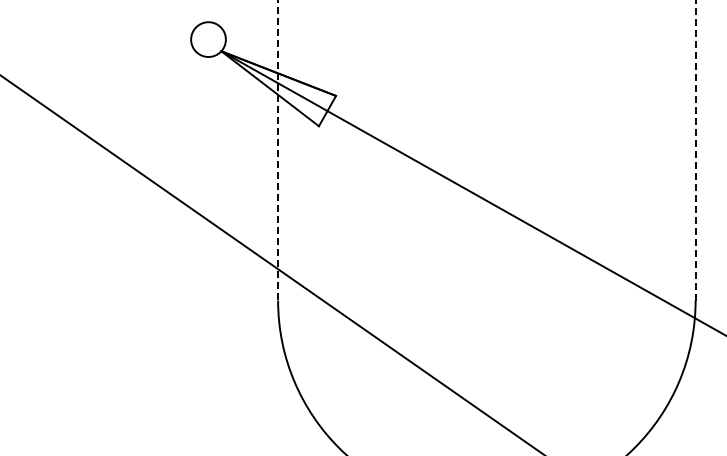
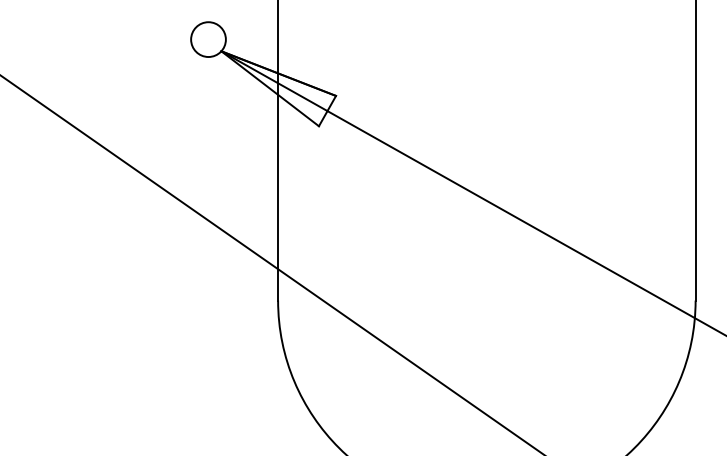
line at (278, 150): dashed -> solid
line at (695, 150): dashed -> solid
